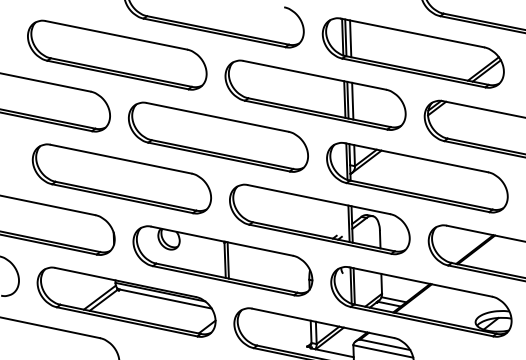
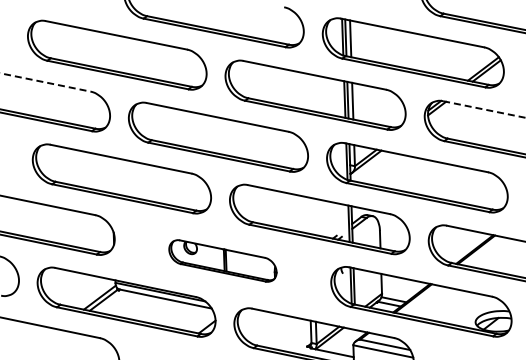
line at (45, 82): solid -> dashed
line at (484, 109): solid -> dashed
part at (222, 260) size: 182x72 px -> 110x44 px
